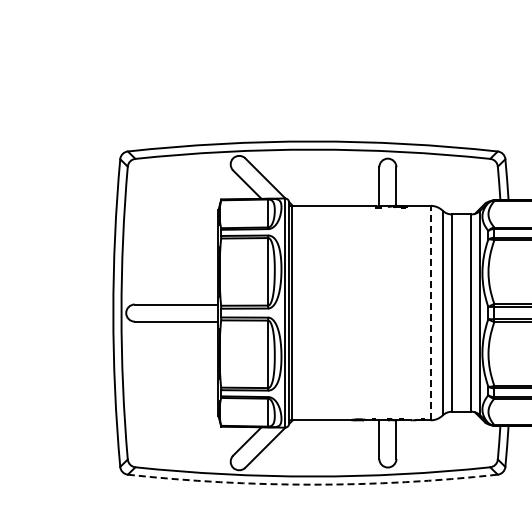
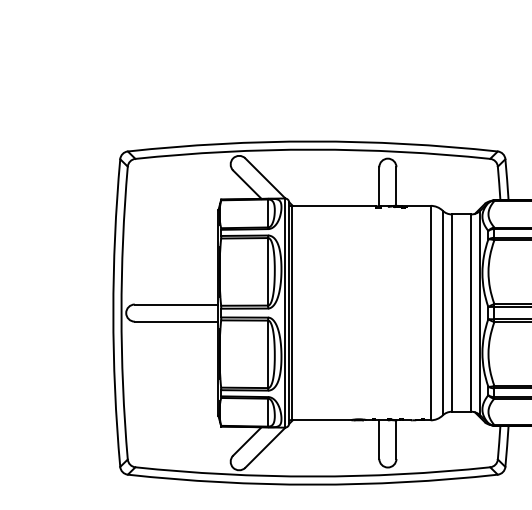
line at (430, 312): dashed -> solid
arc at (312, 484): dashed -> solid
